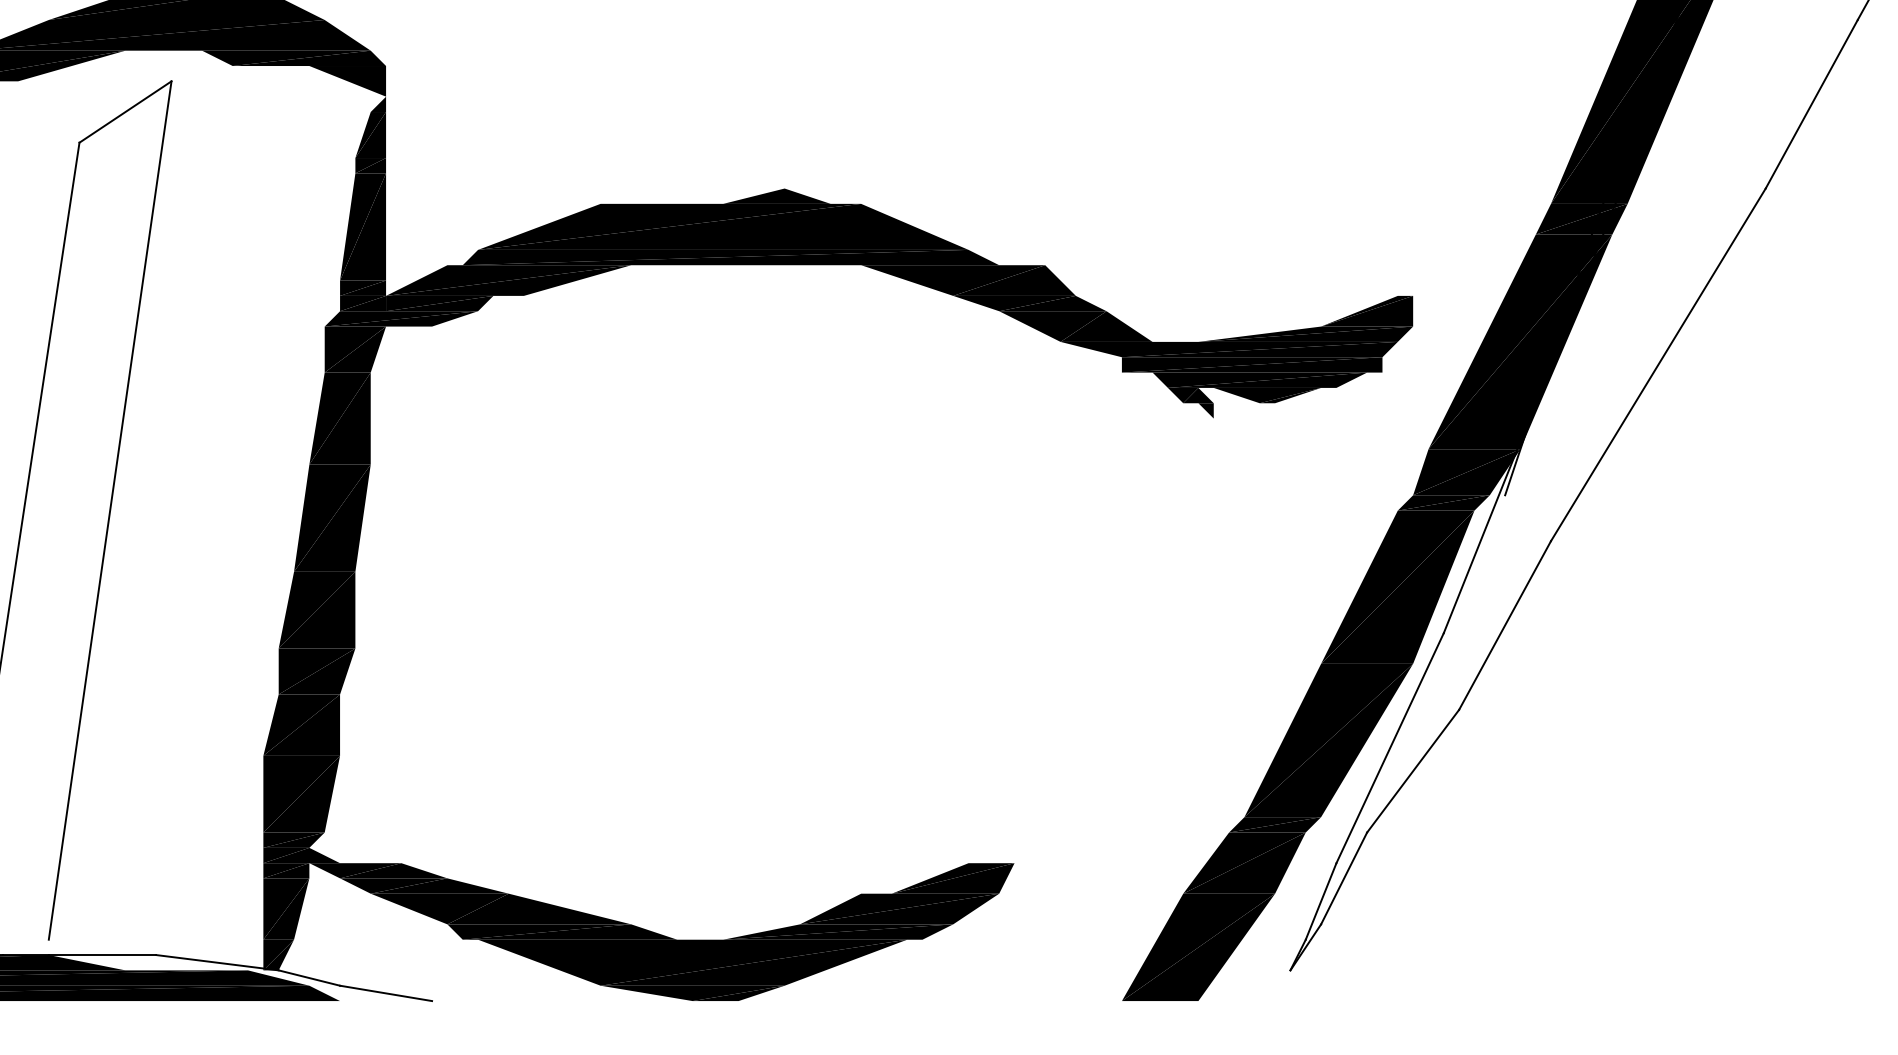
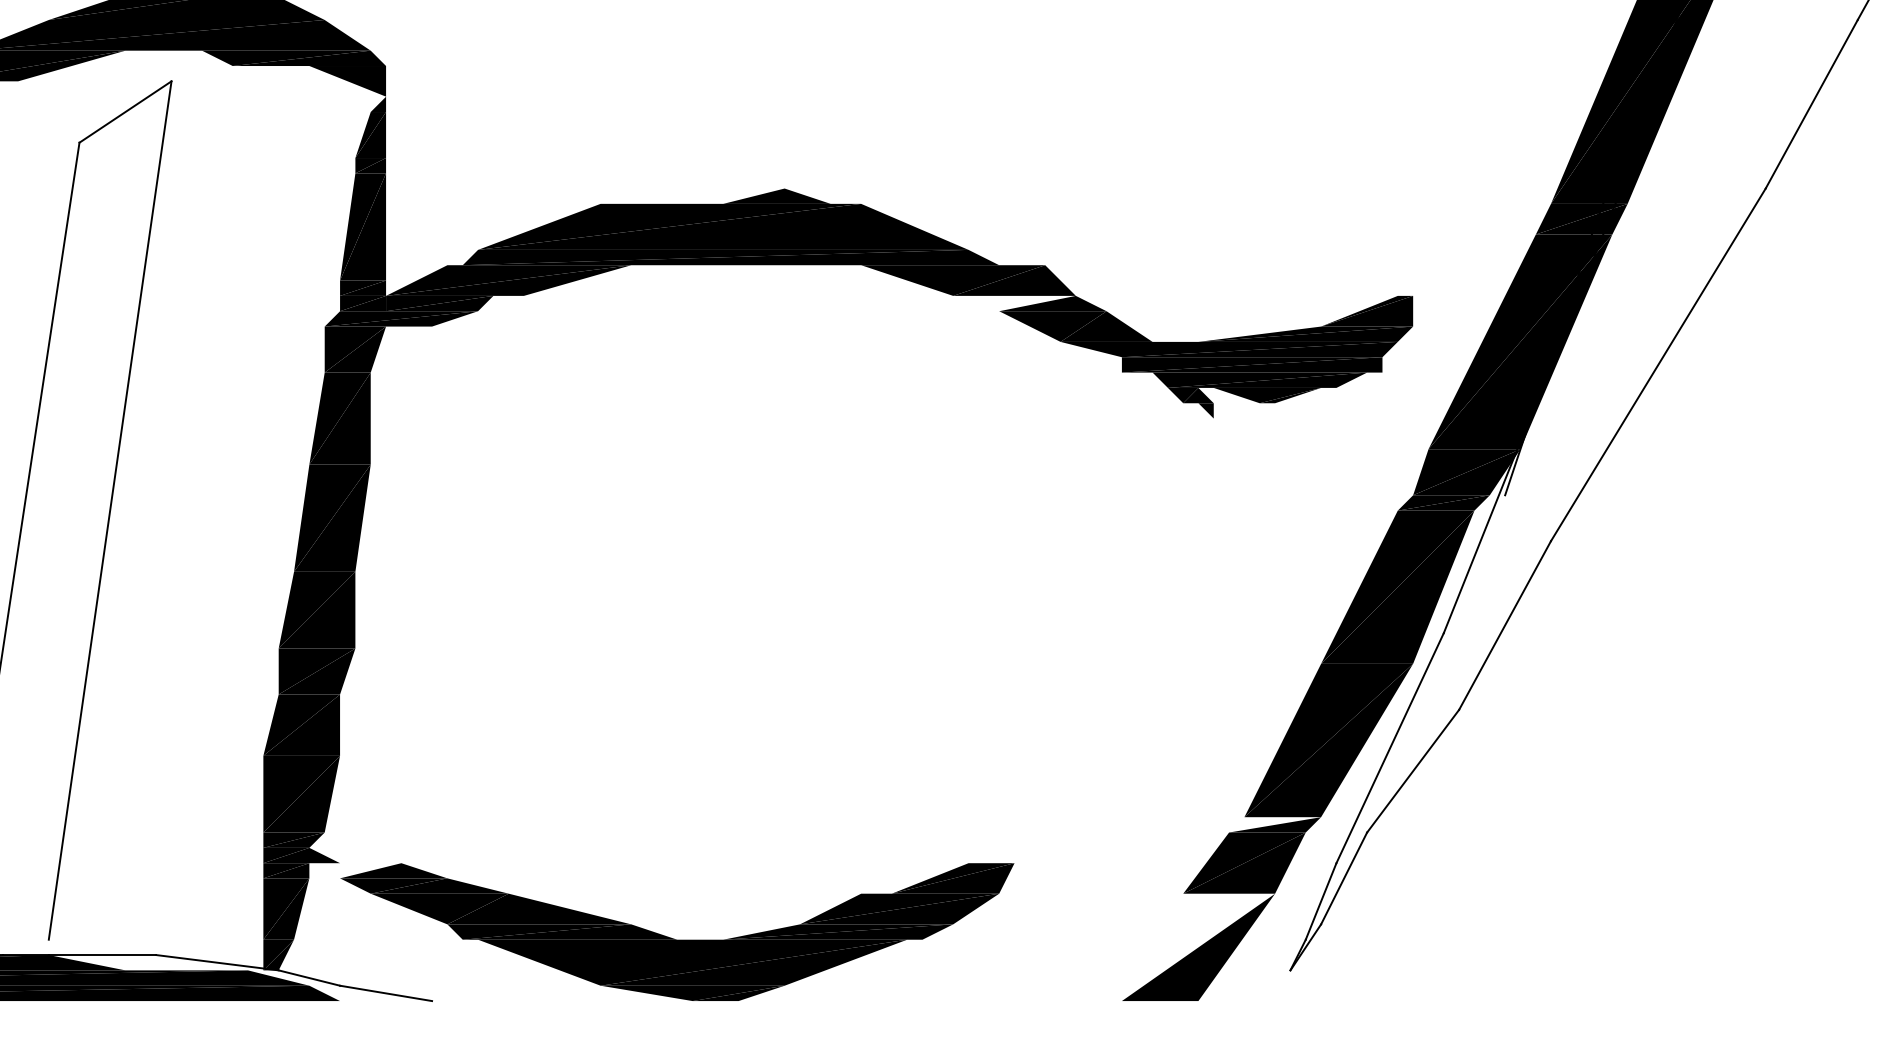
fill at (1014, 303): present -> none
fill at (1275, 824): present -> none
fill at (355, 870): present -> none
fill at (1198, 947): present -> none
